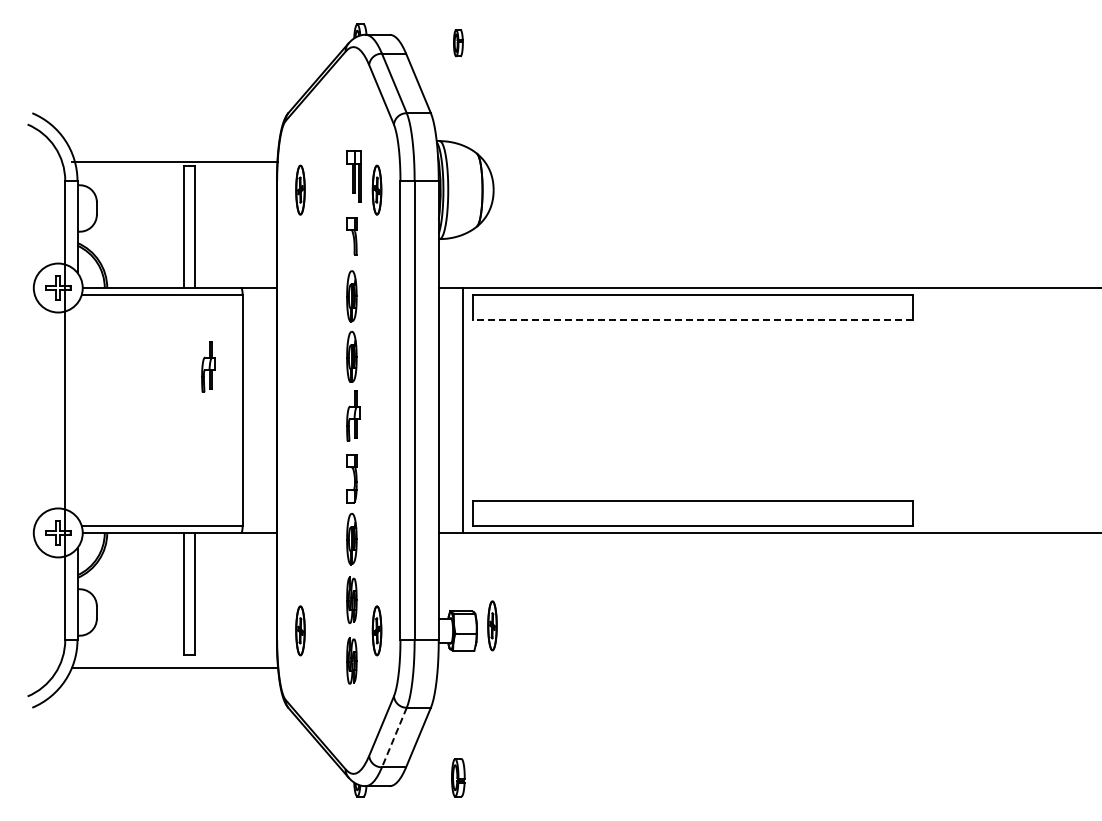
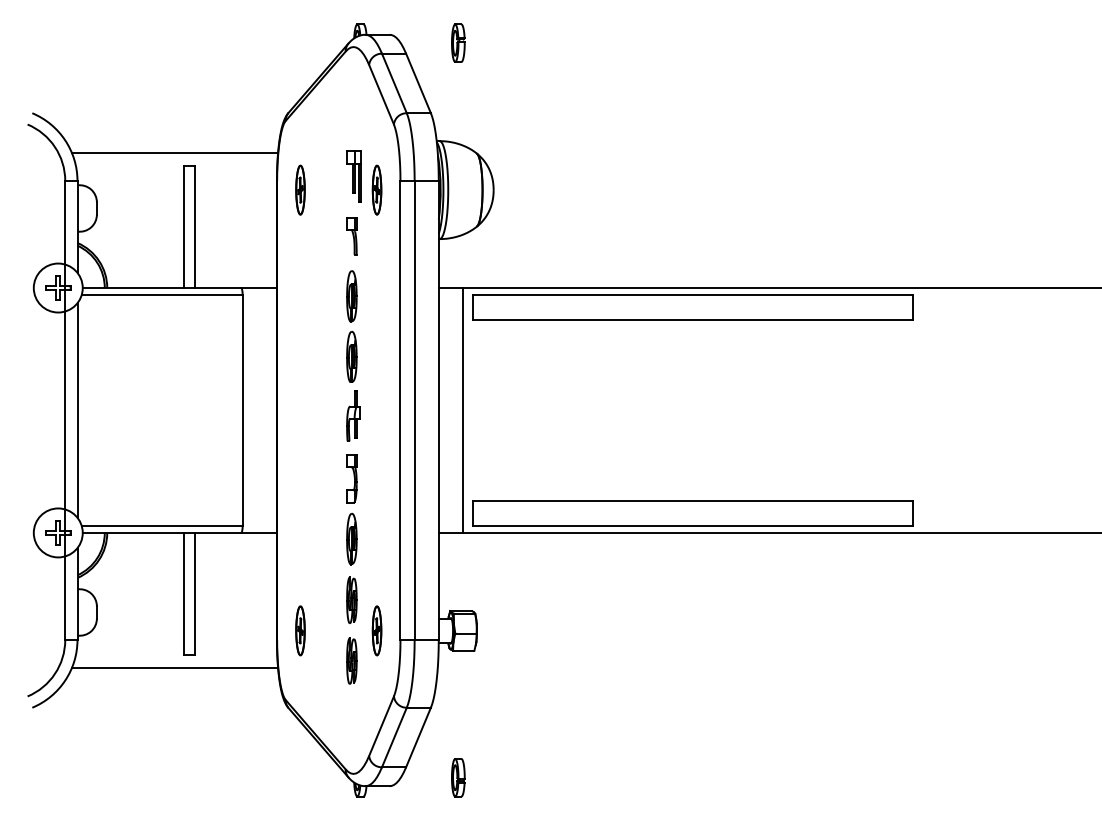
part at (458, 43) size: 11x29 px -> 15x40 px
line at (175, 162) position: (175, 162) -> (175, 153)
line at (692, 319): dashed -> solid
part at (208, 366): present -> none
line at (77, 410): none -> present
part at (492, 625): present -> none
line at (394, 738): dashed -> solid
